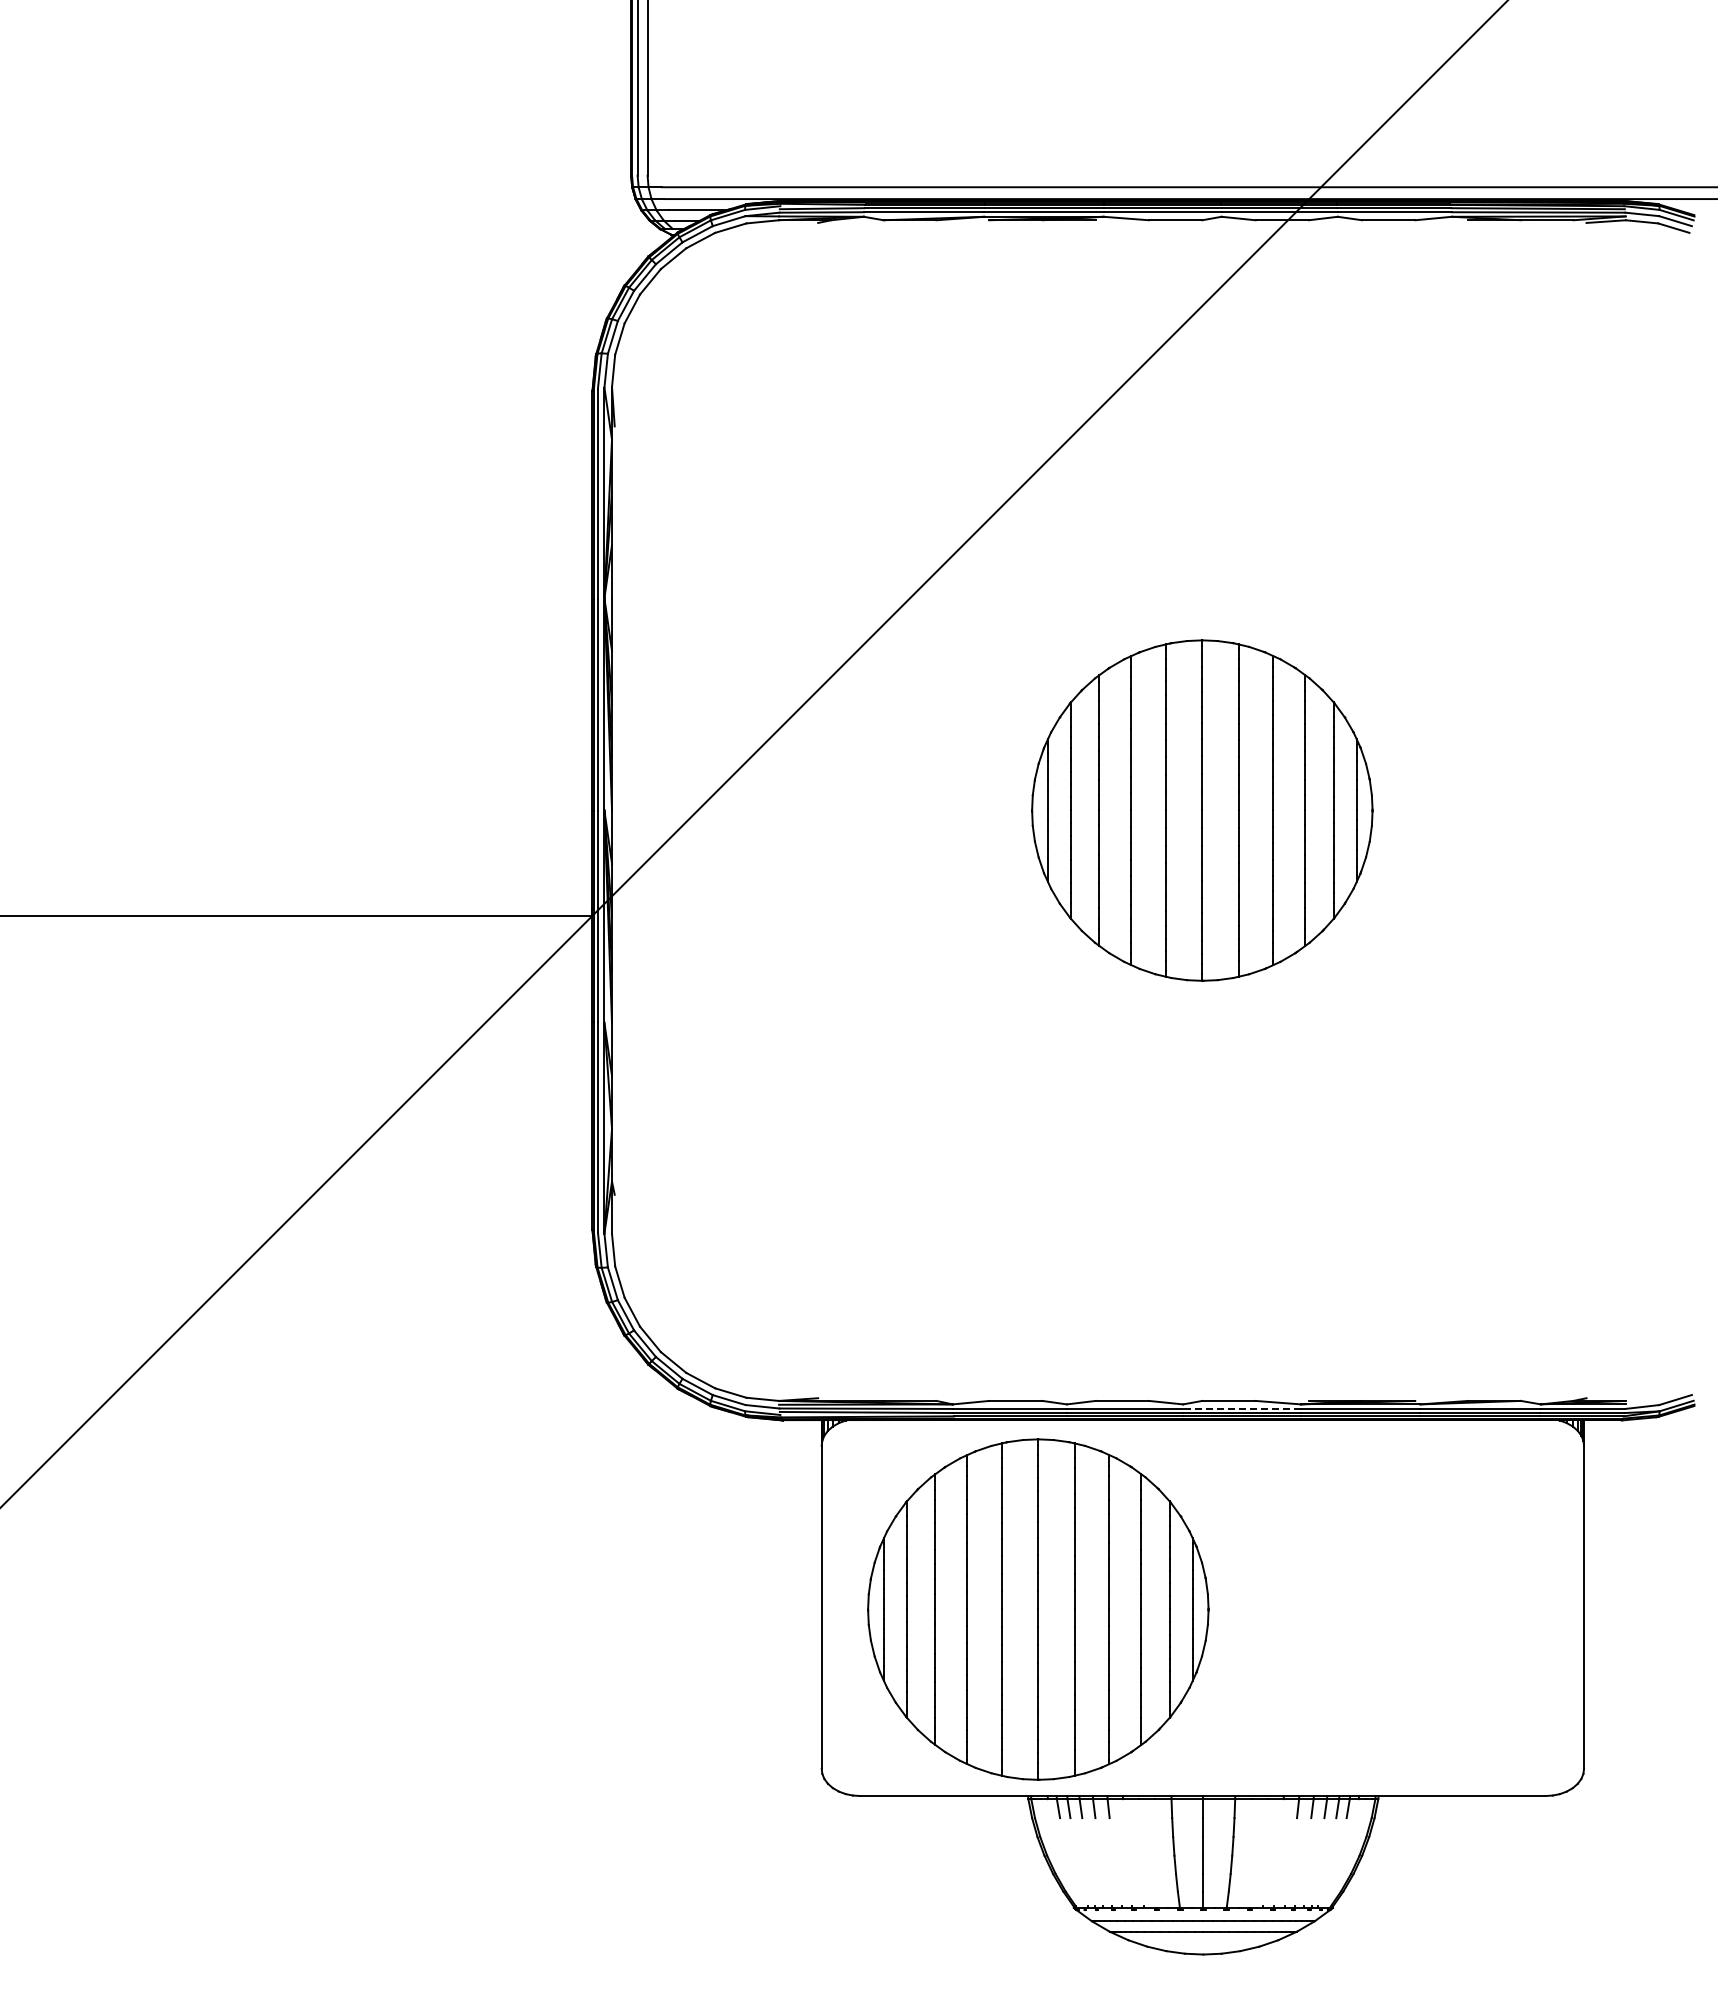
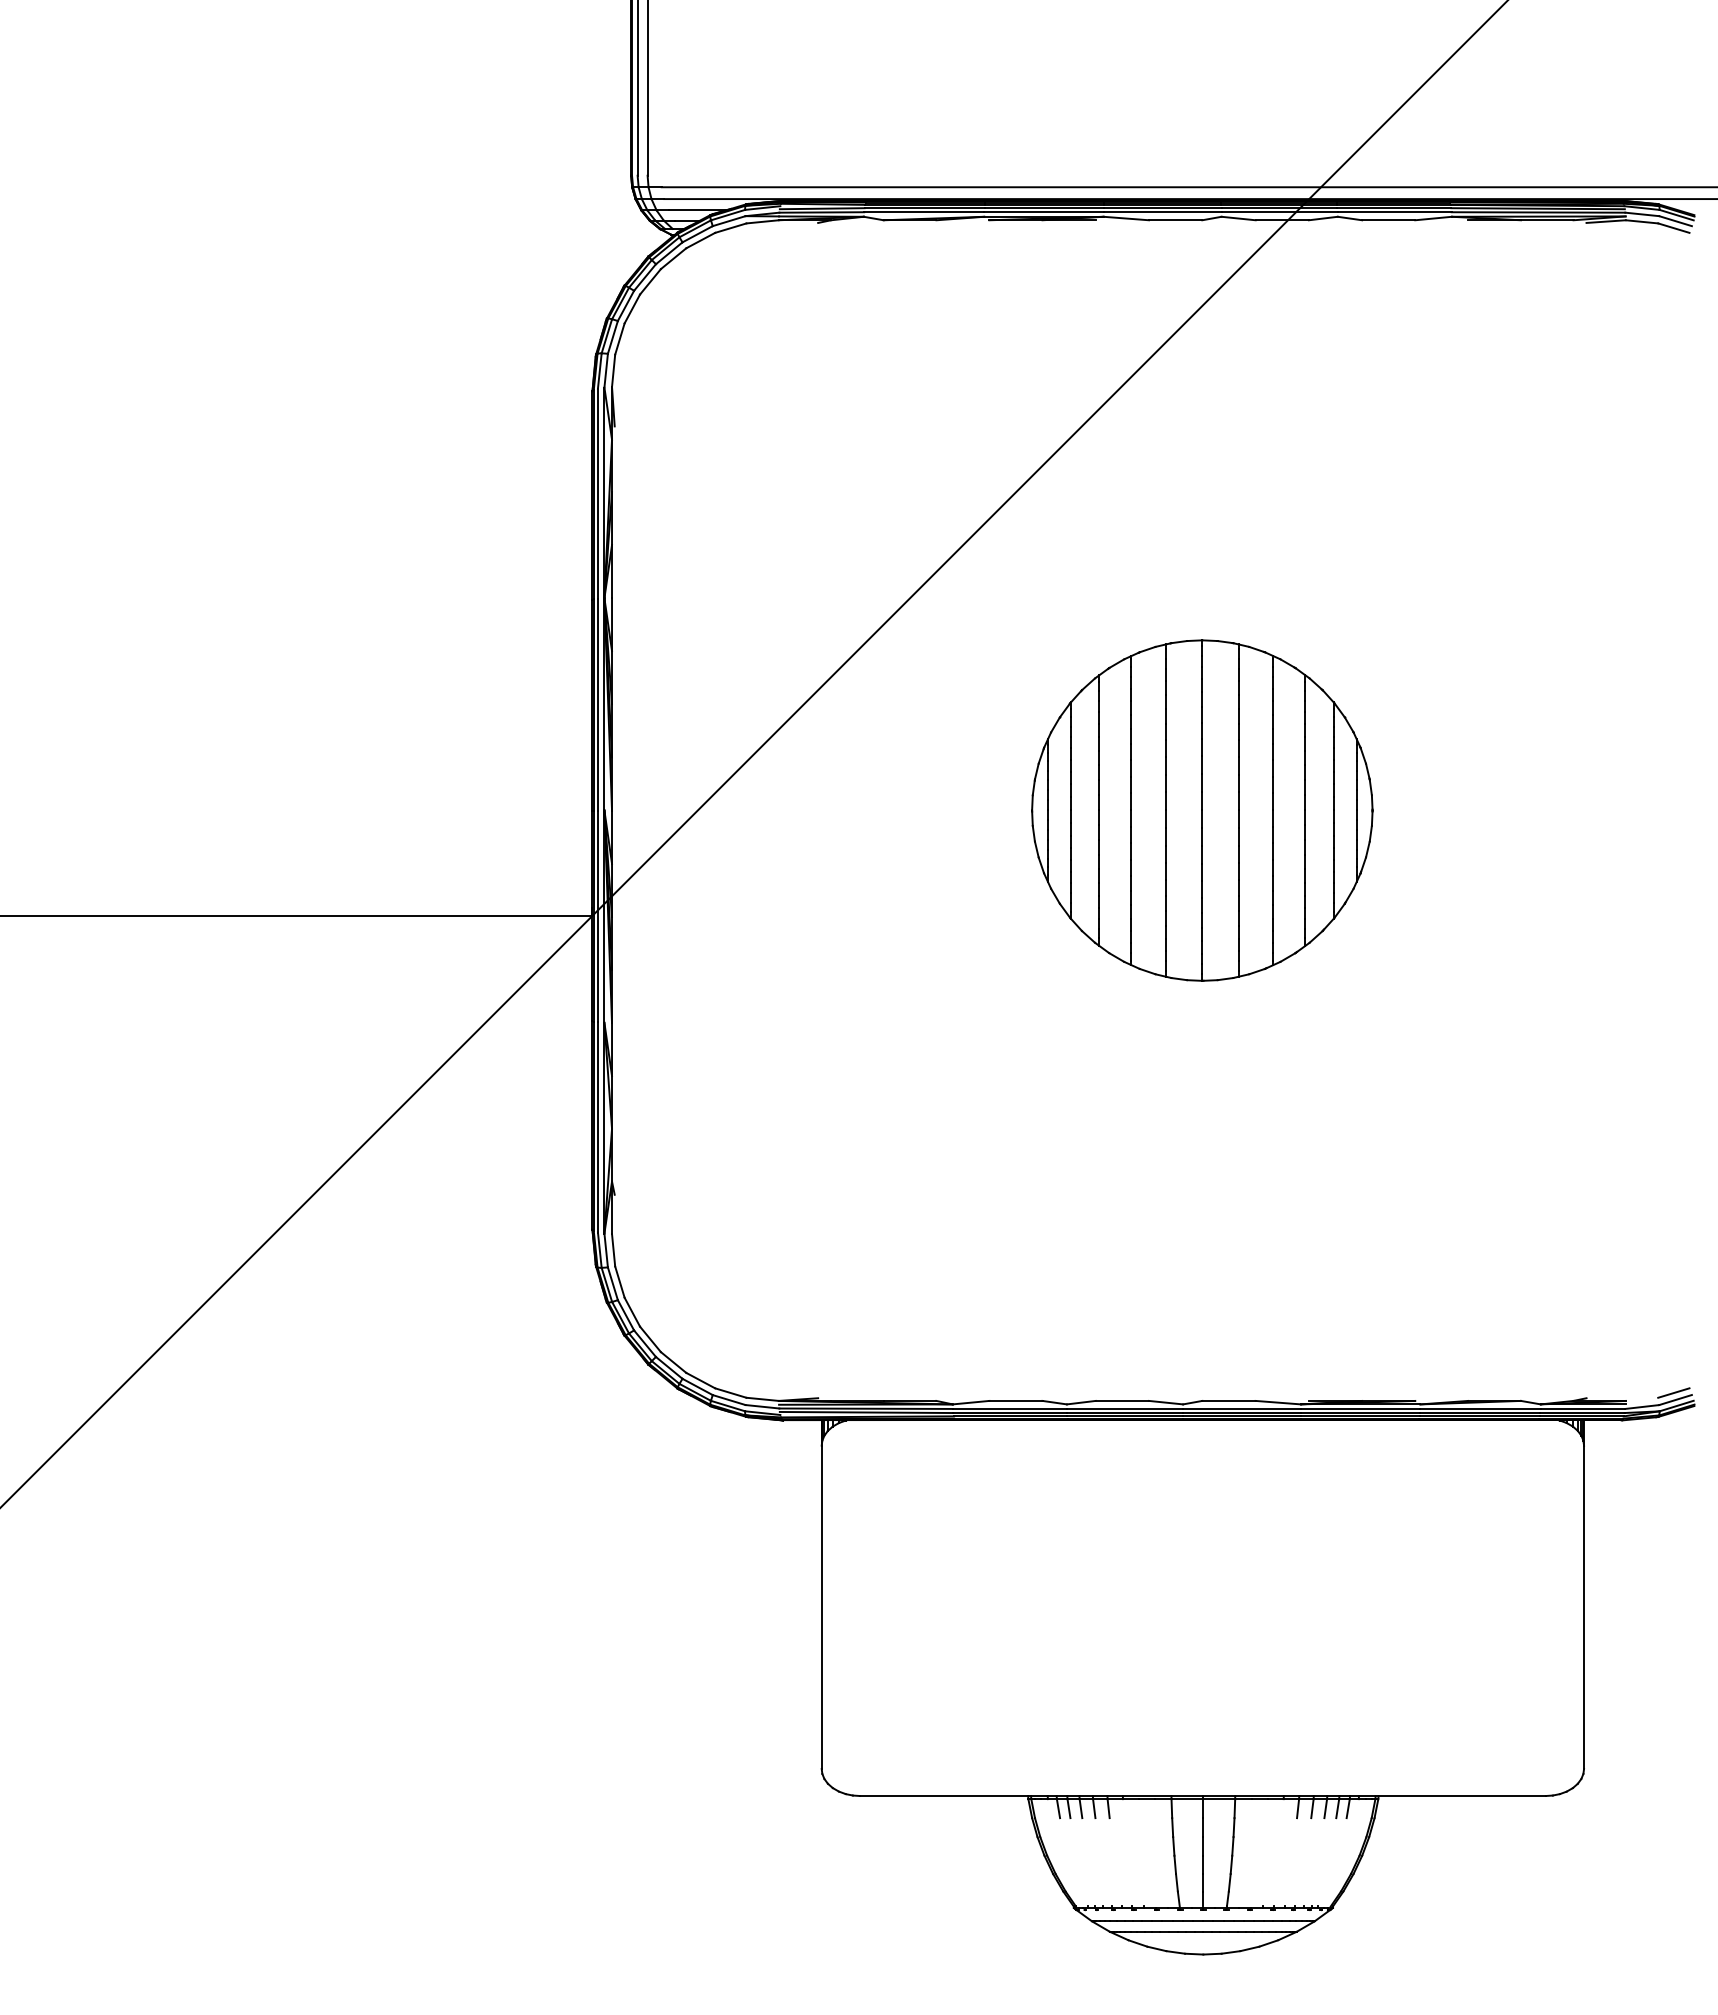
line at (1673, 1392): none -> present
line at (1242, 1408): dashed -> solid
part at (1038, 1609): present -> none
